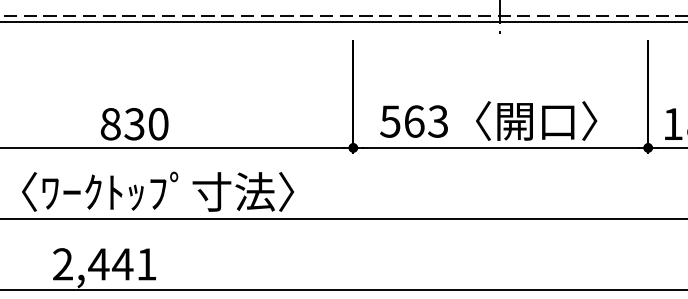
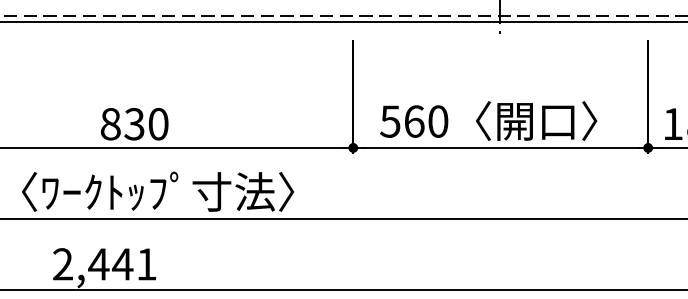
text at (438, 121): 563 -> 560
